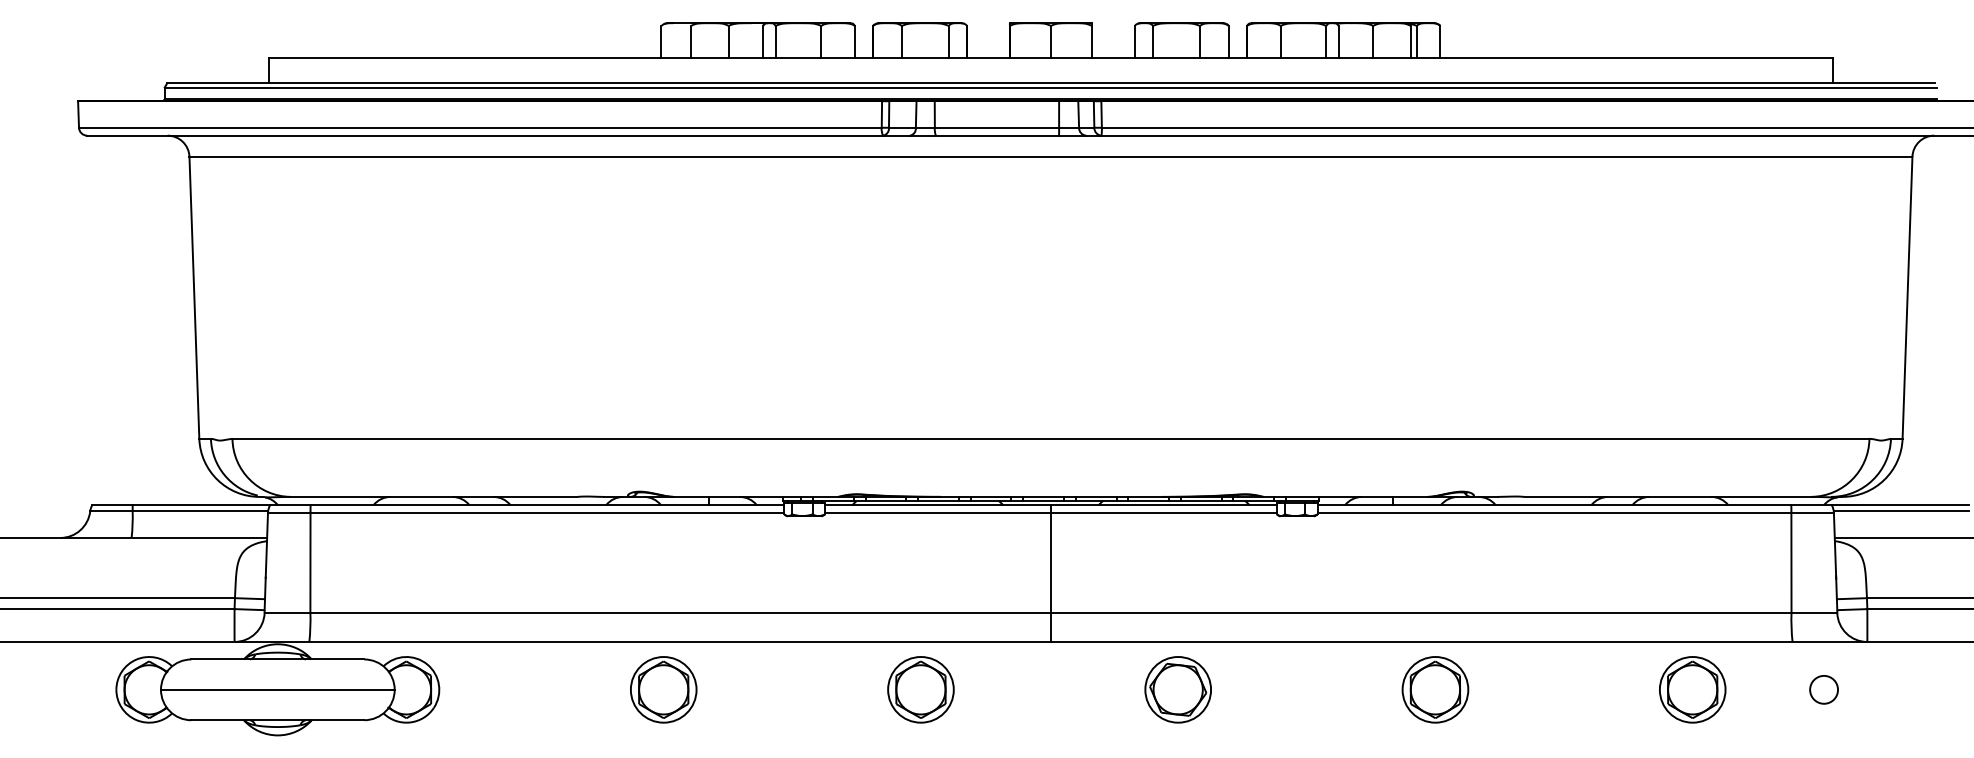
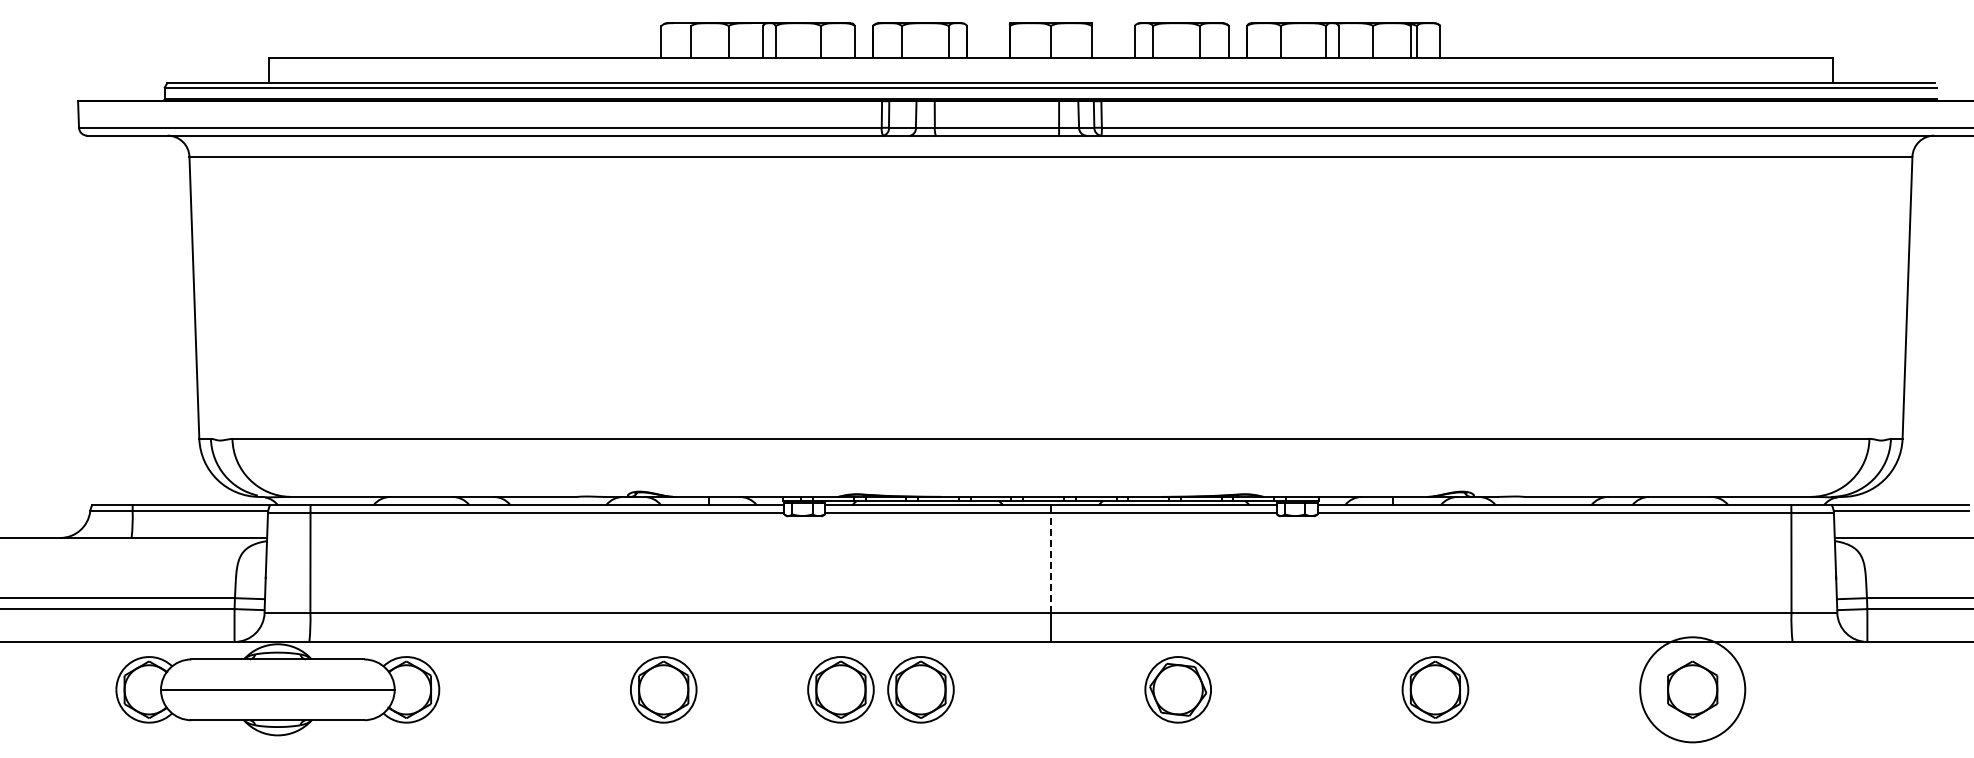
line at (1050, 562): solid -> dashed
part at (840, 689): none -> present
circle at (1692, 689) diameter: 66 px -> 105 px
circle at (1823, 689): present -> none
